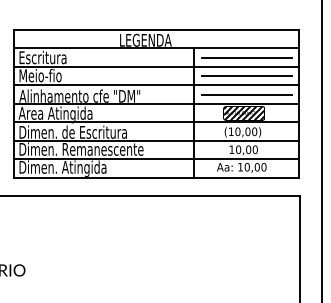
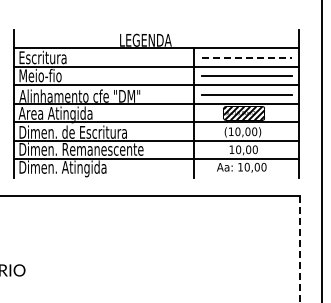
line at (156, 30): present -> none
line at (246, 57): solid -> dashed
line at (156, 177): present -> none
line at (300, 249): solid -> dashed
